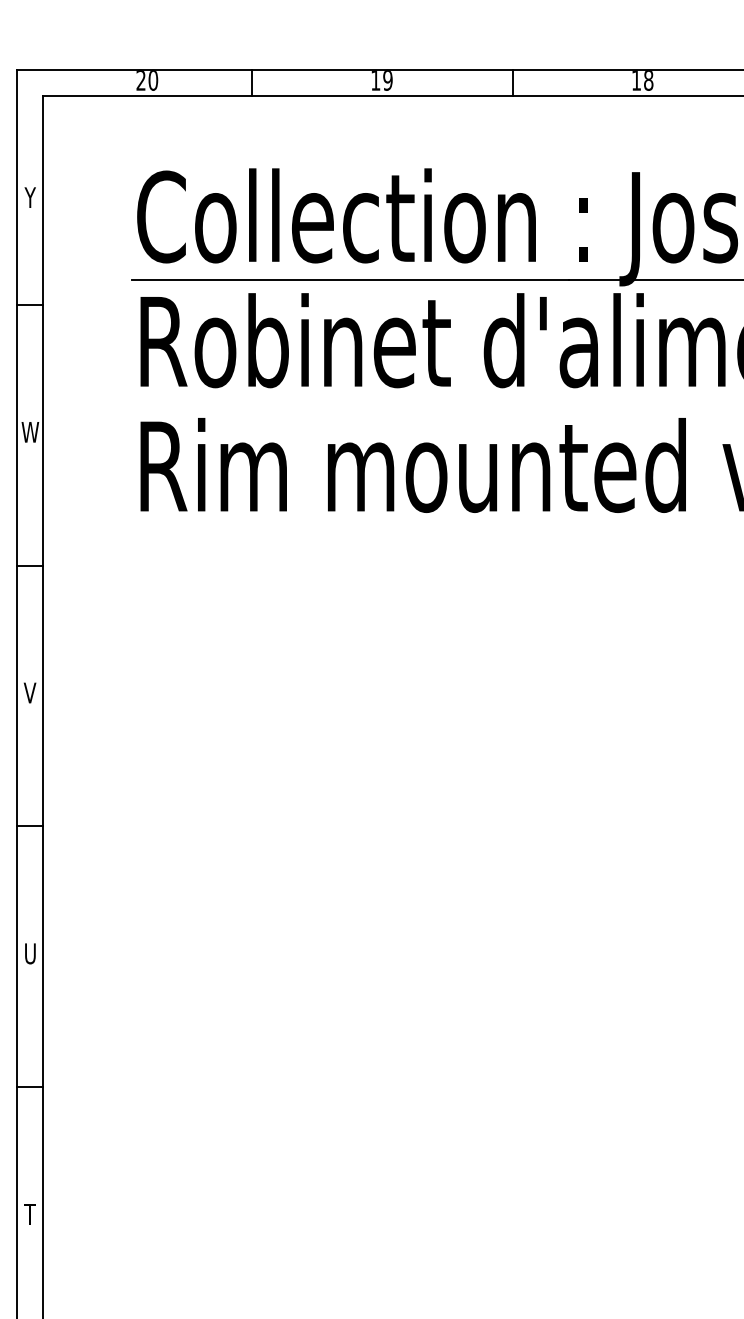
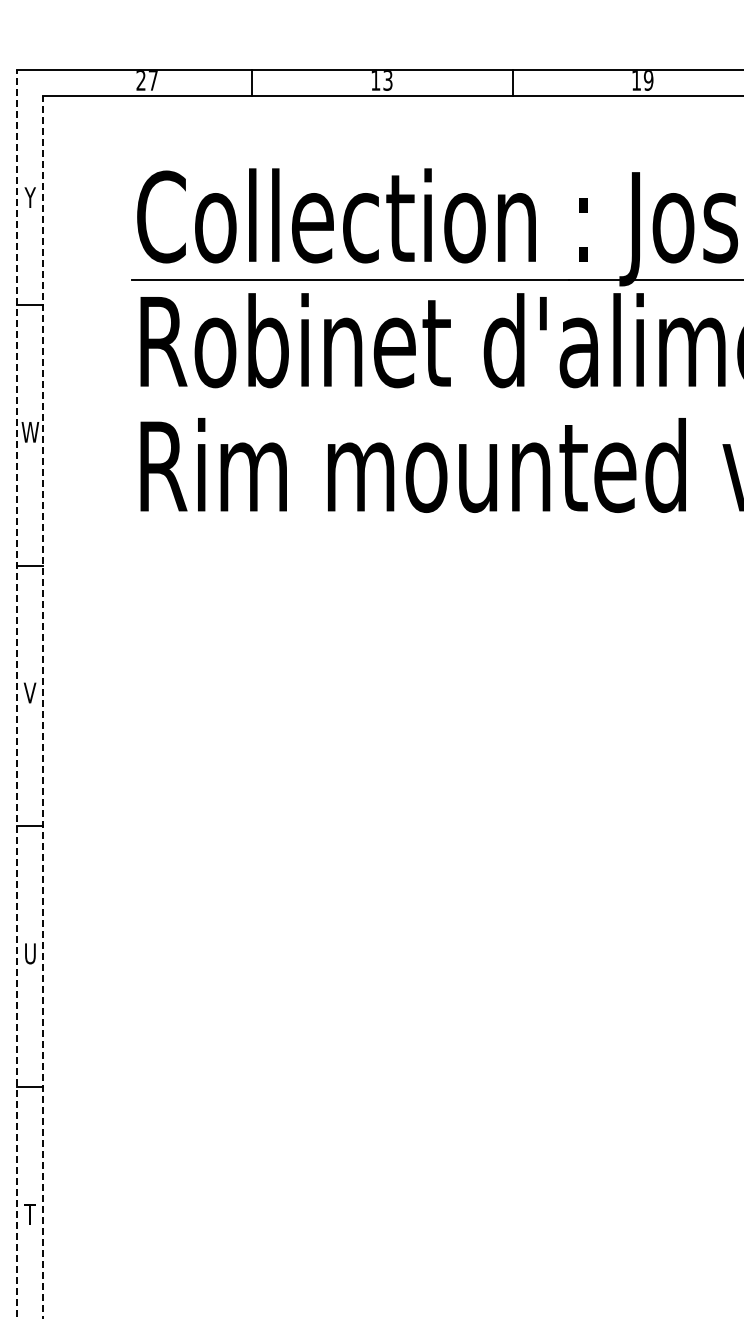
text at (153, 80): 20 -> 27
text at (387, 80): 19 -> 13
text at (648, 80): 18 -> 19
line at (17, 694): solid -> dashed
line at (43, 707): solid -> dashed
